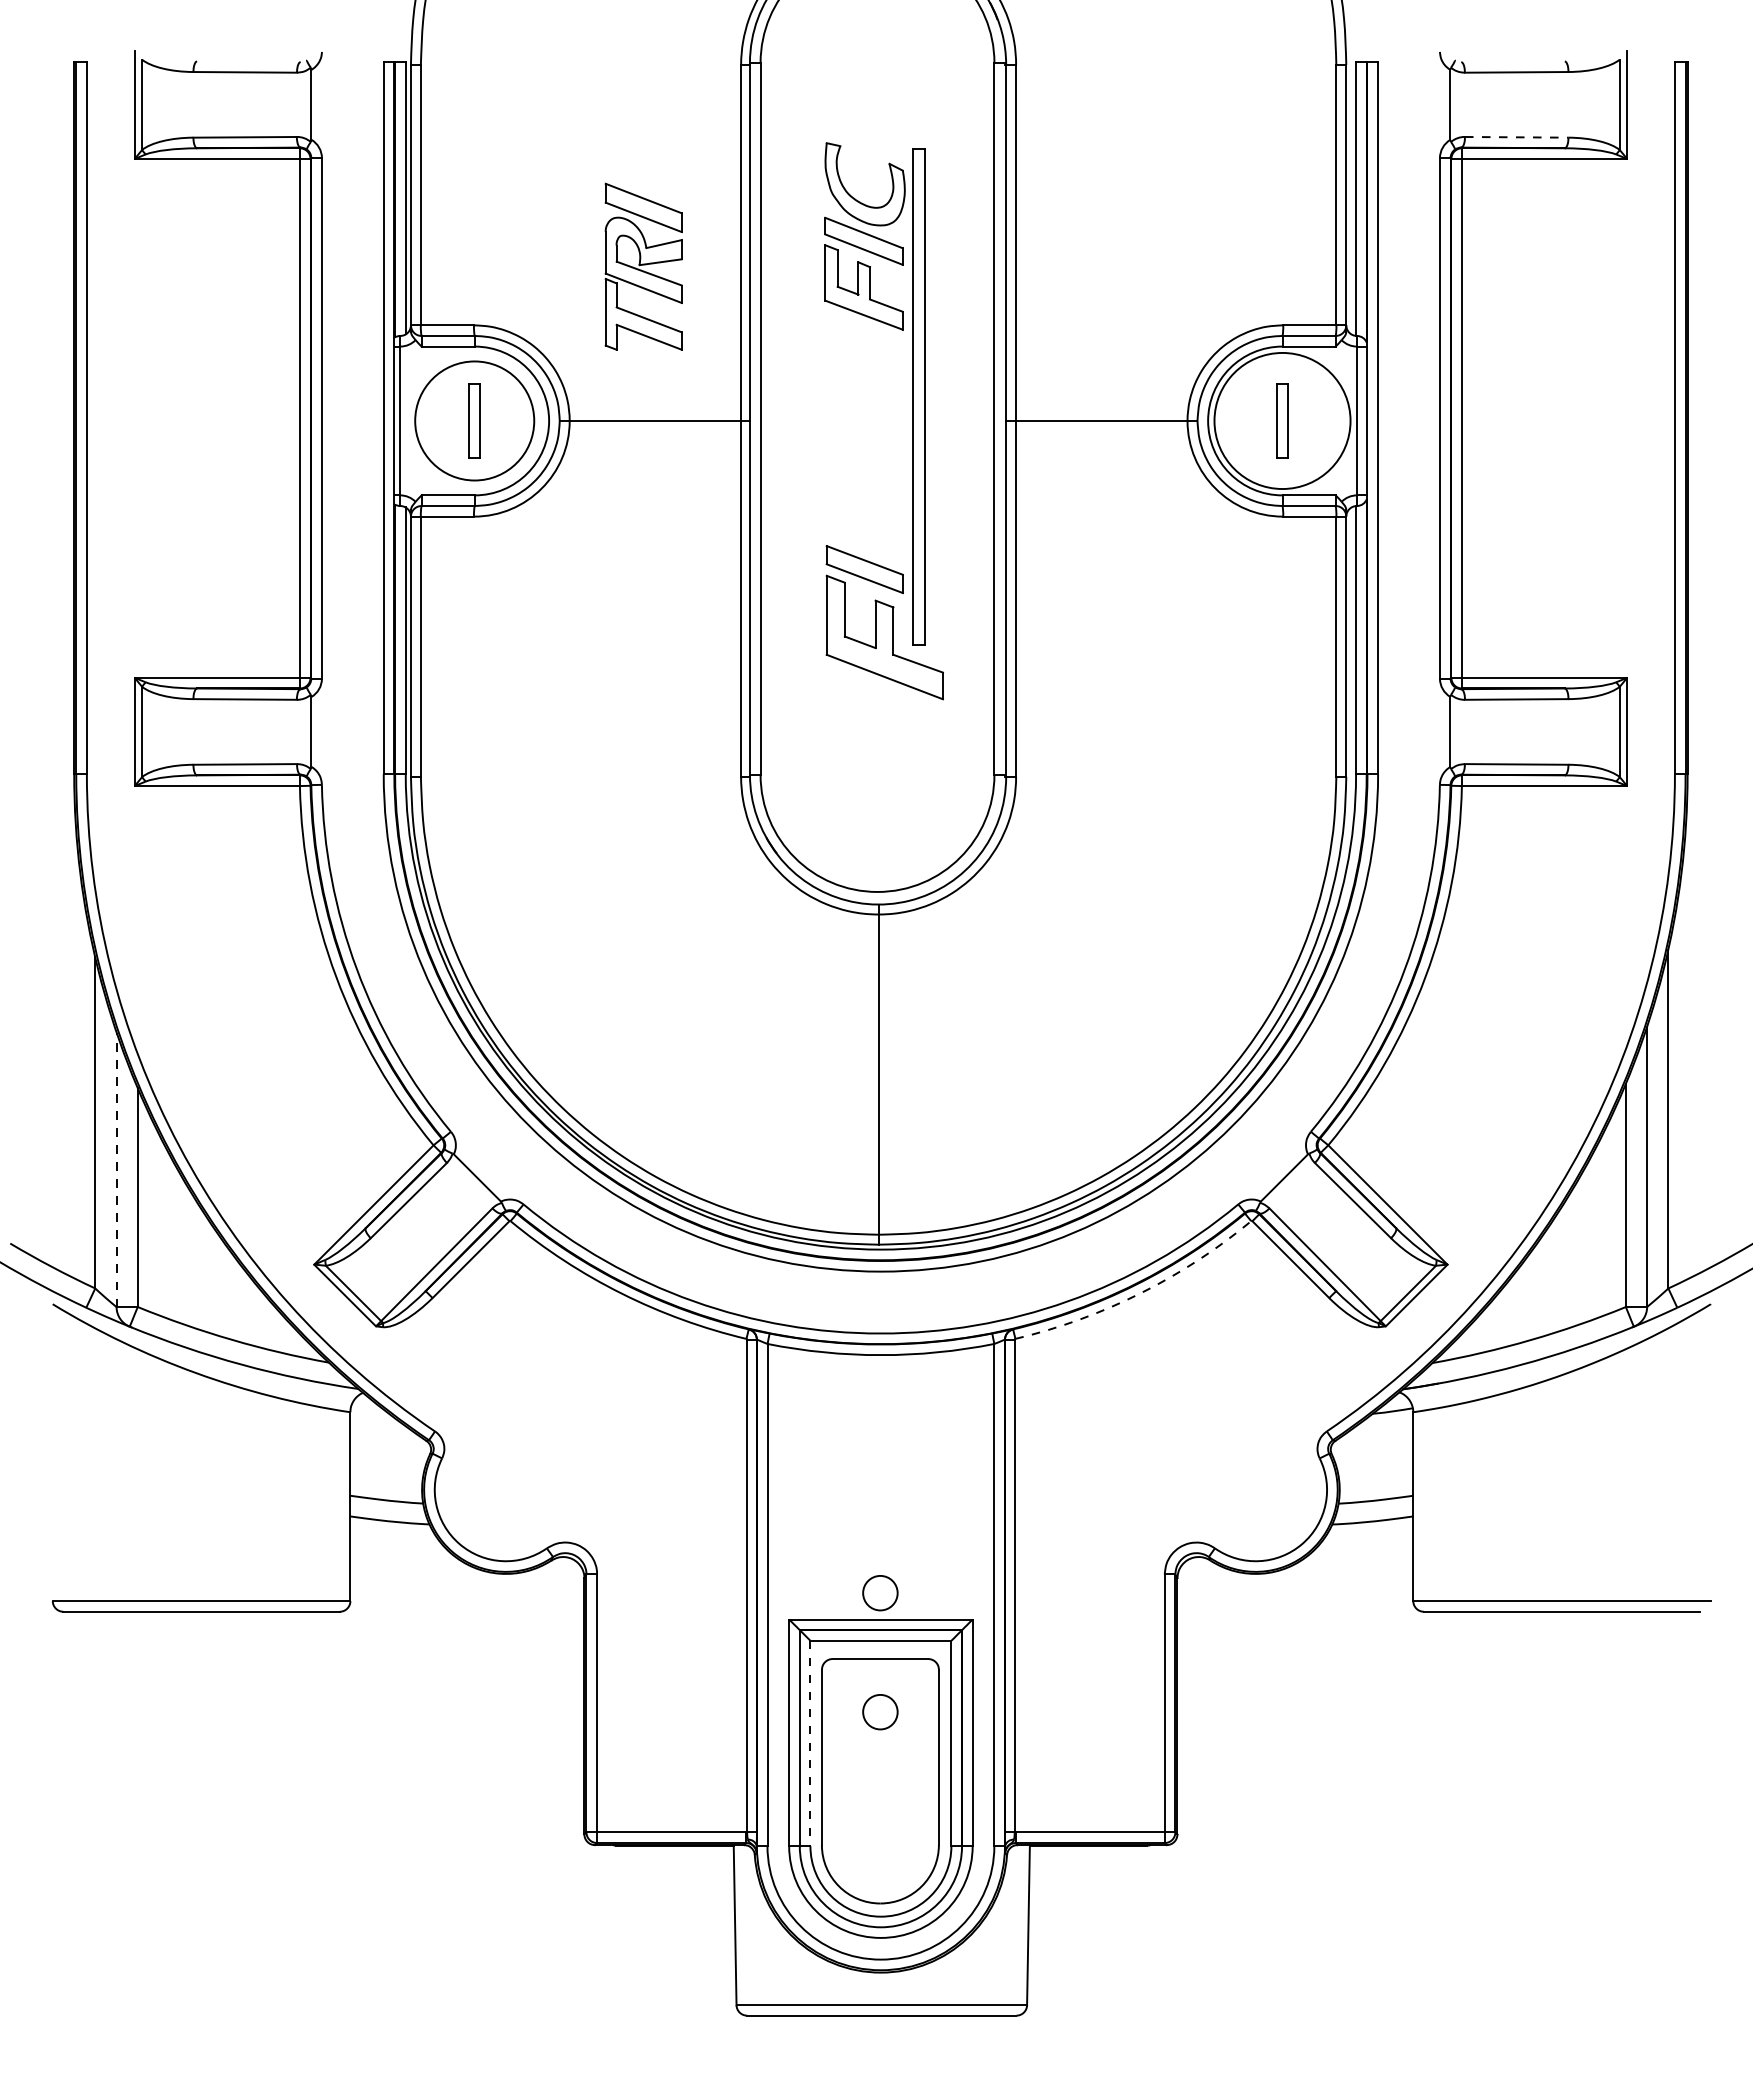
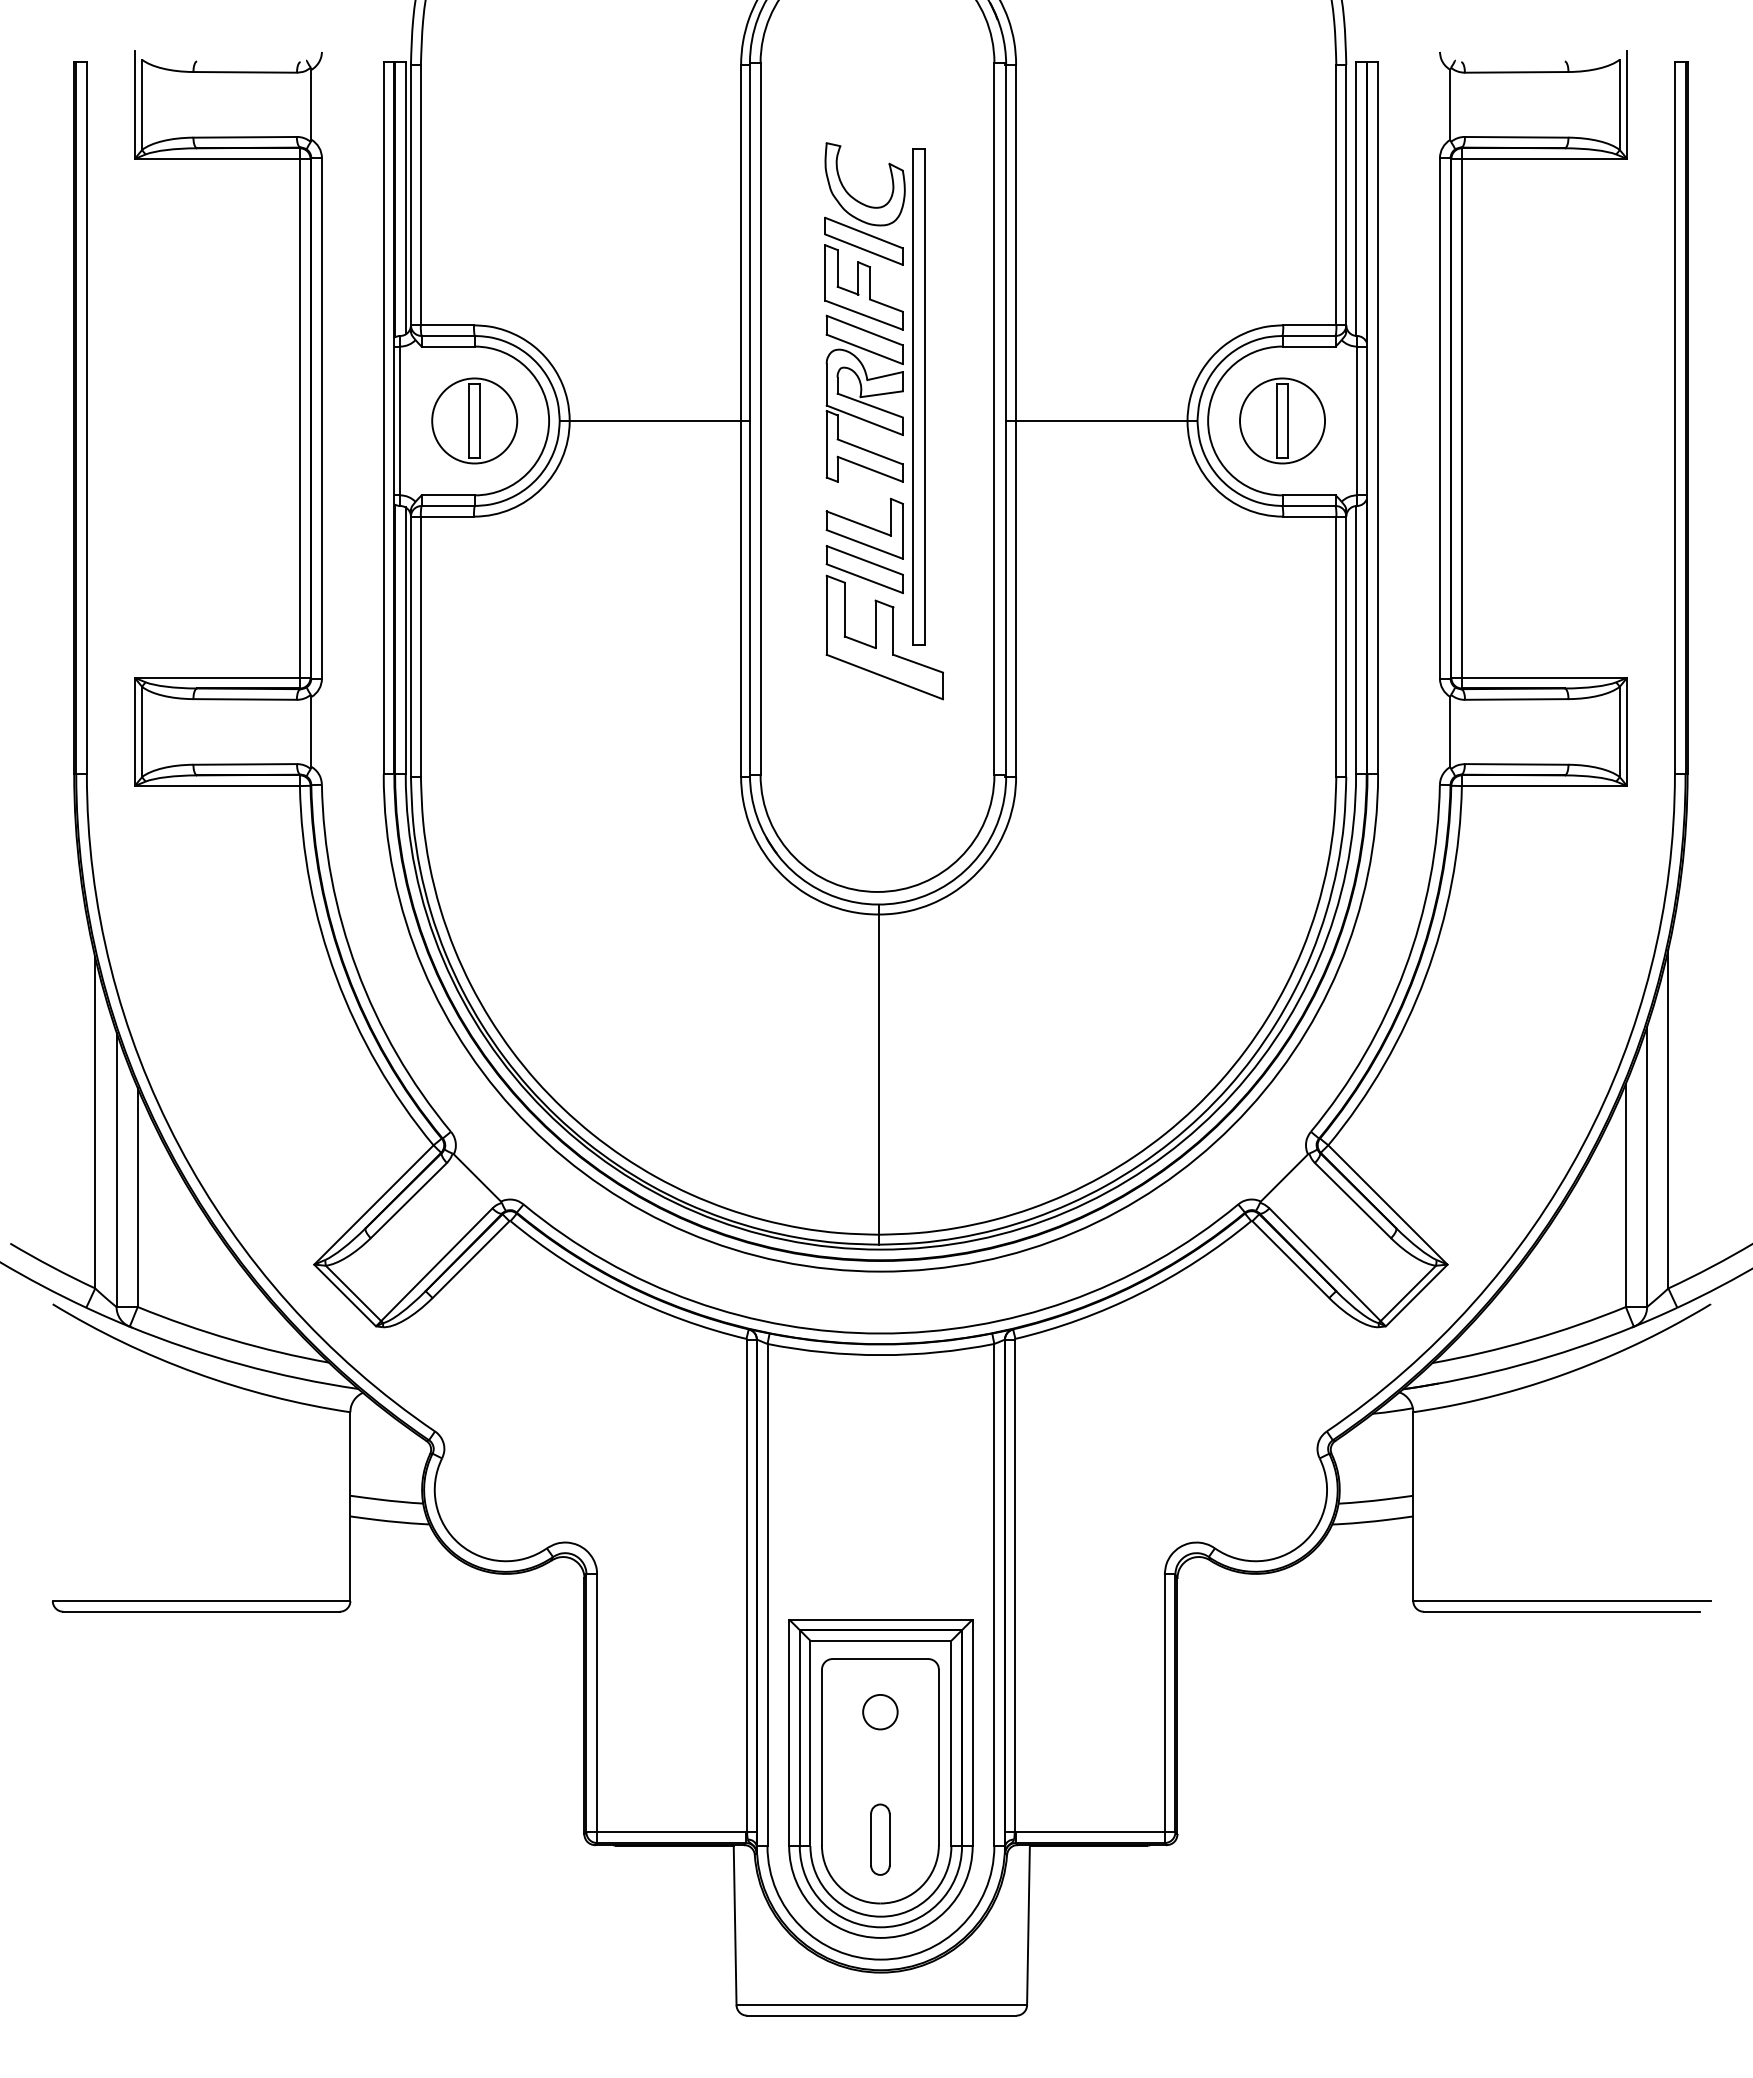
line at (1516, 137): dashed -> solid
part at (643, 266) position: (643, 266) -> (864, 398)
circle at (474, 420) diameter: 119 px -> 85 px
circle at (1282, 420) diameter: 136 px -> 85 px
part at (864, 528): none -> present
line at (116, 1169): dashed -> solid
arc at (1140, 1293): dashed -> solid
circle at (880, 1593): present -> none
line at (810, 1743): dashed -> solid
part at (880, 1839): none -> present
